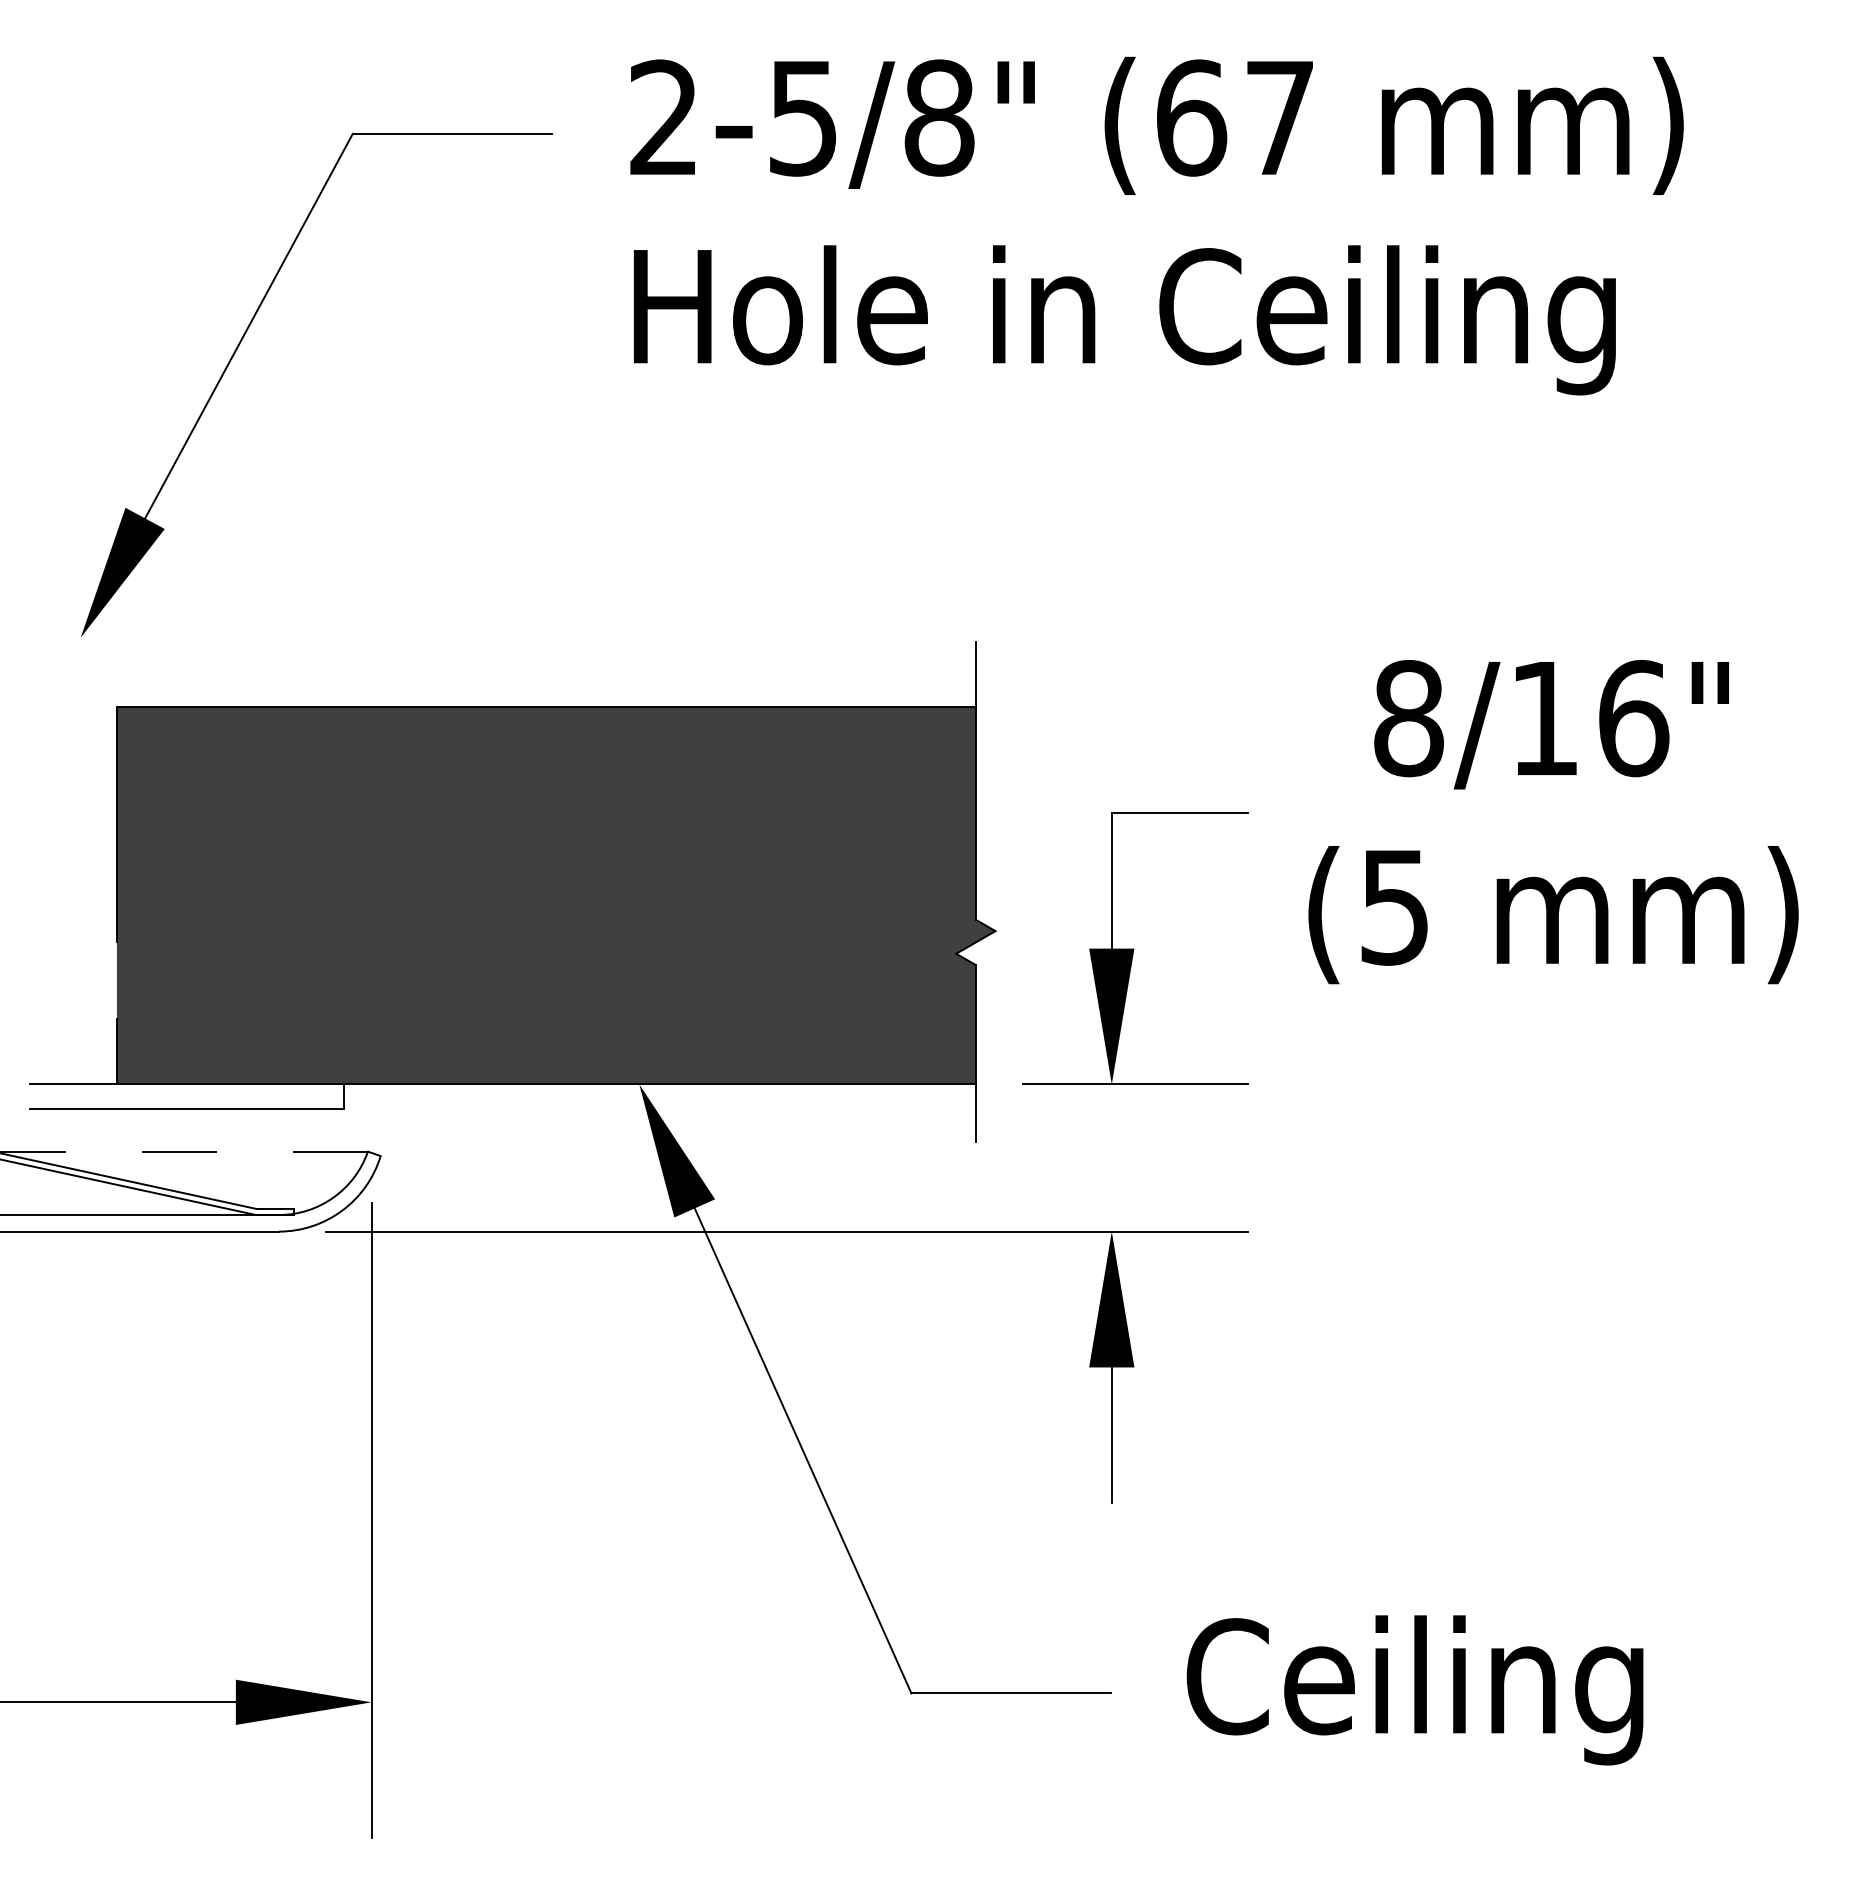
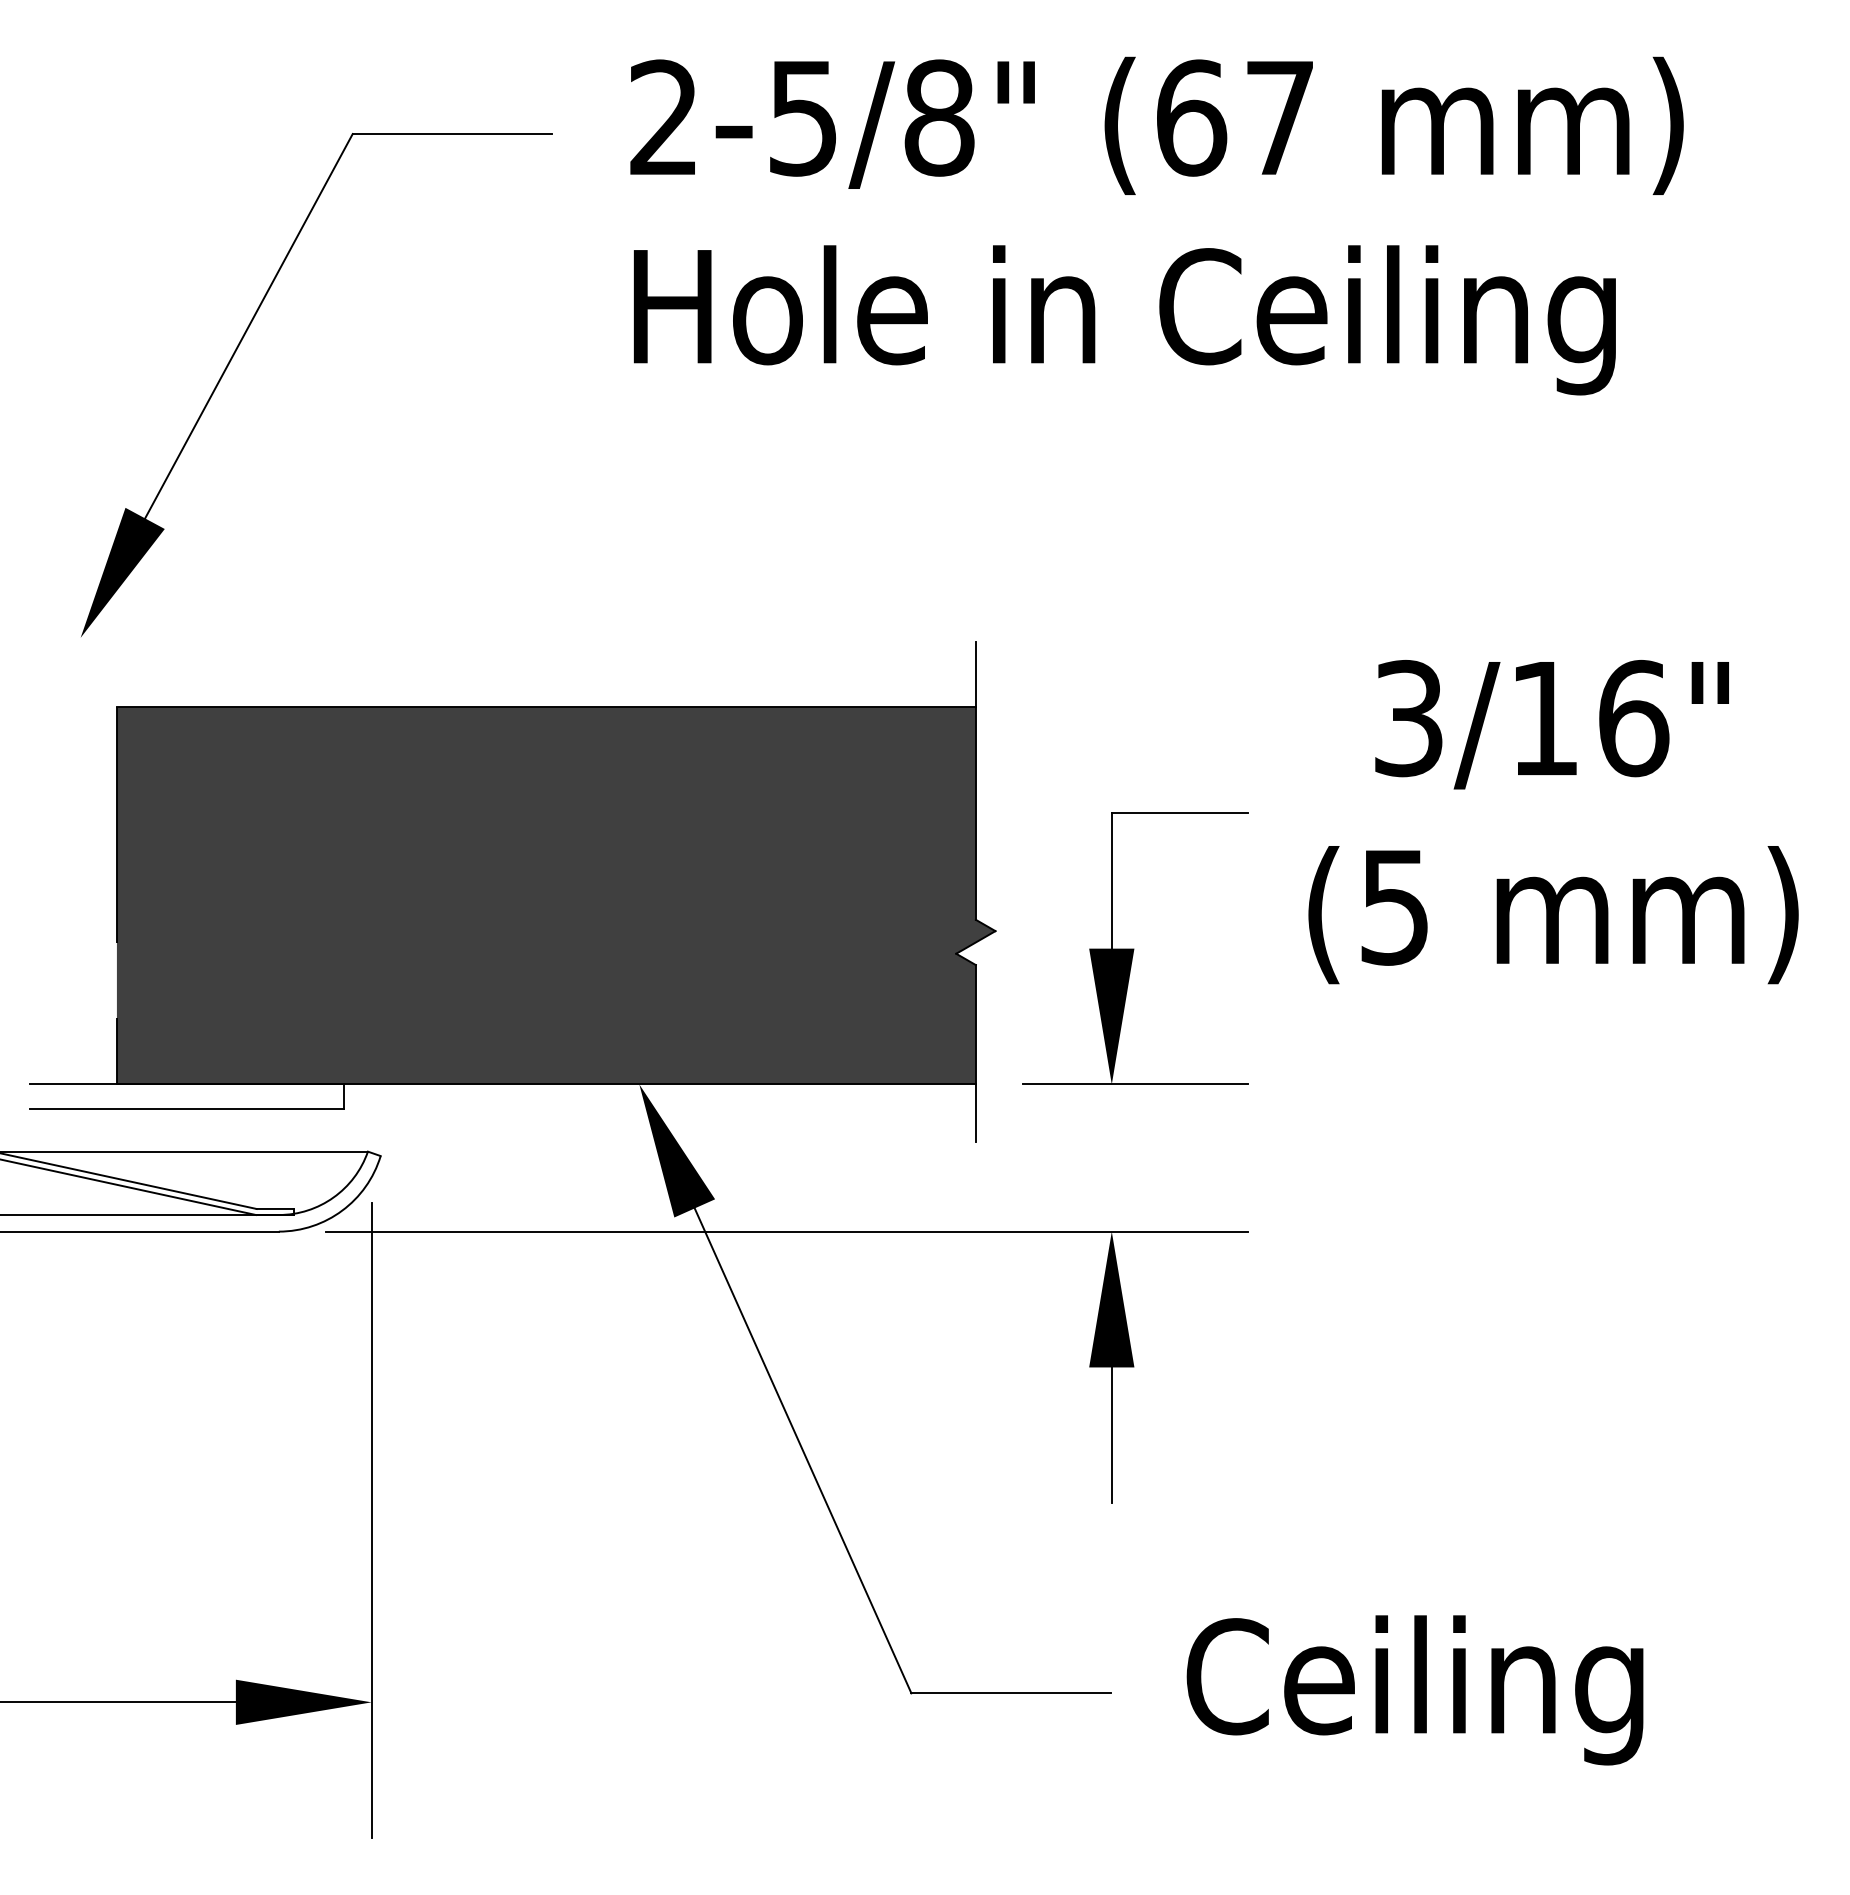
text at (1408, 718): 8/16" -> 3/16"
line at (184, 1151): dashed -> solid
